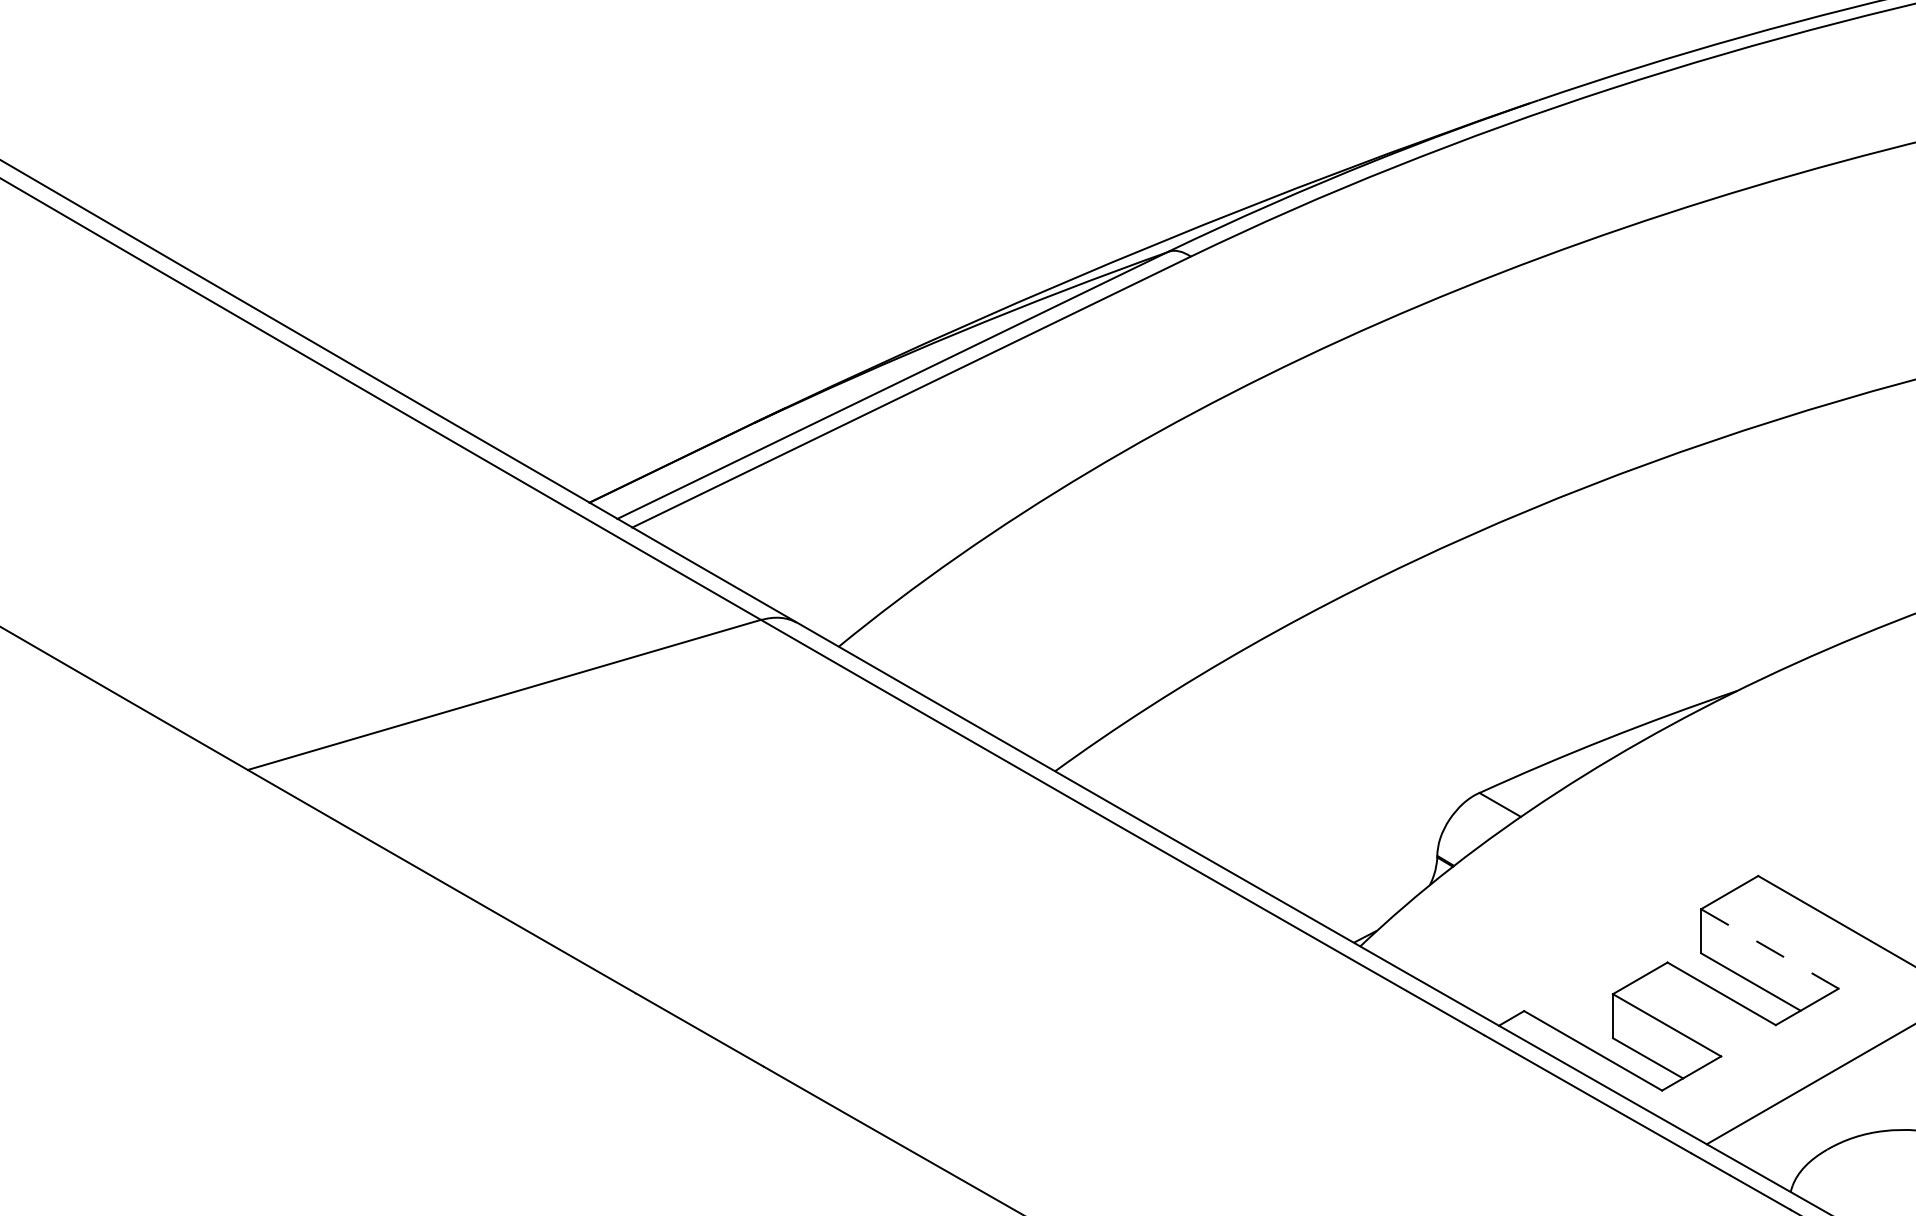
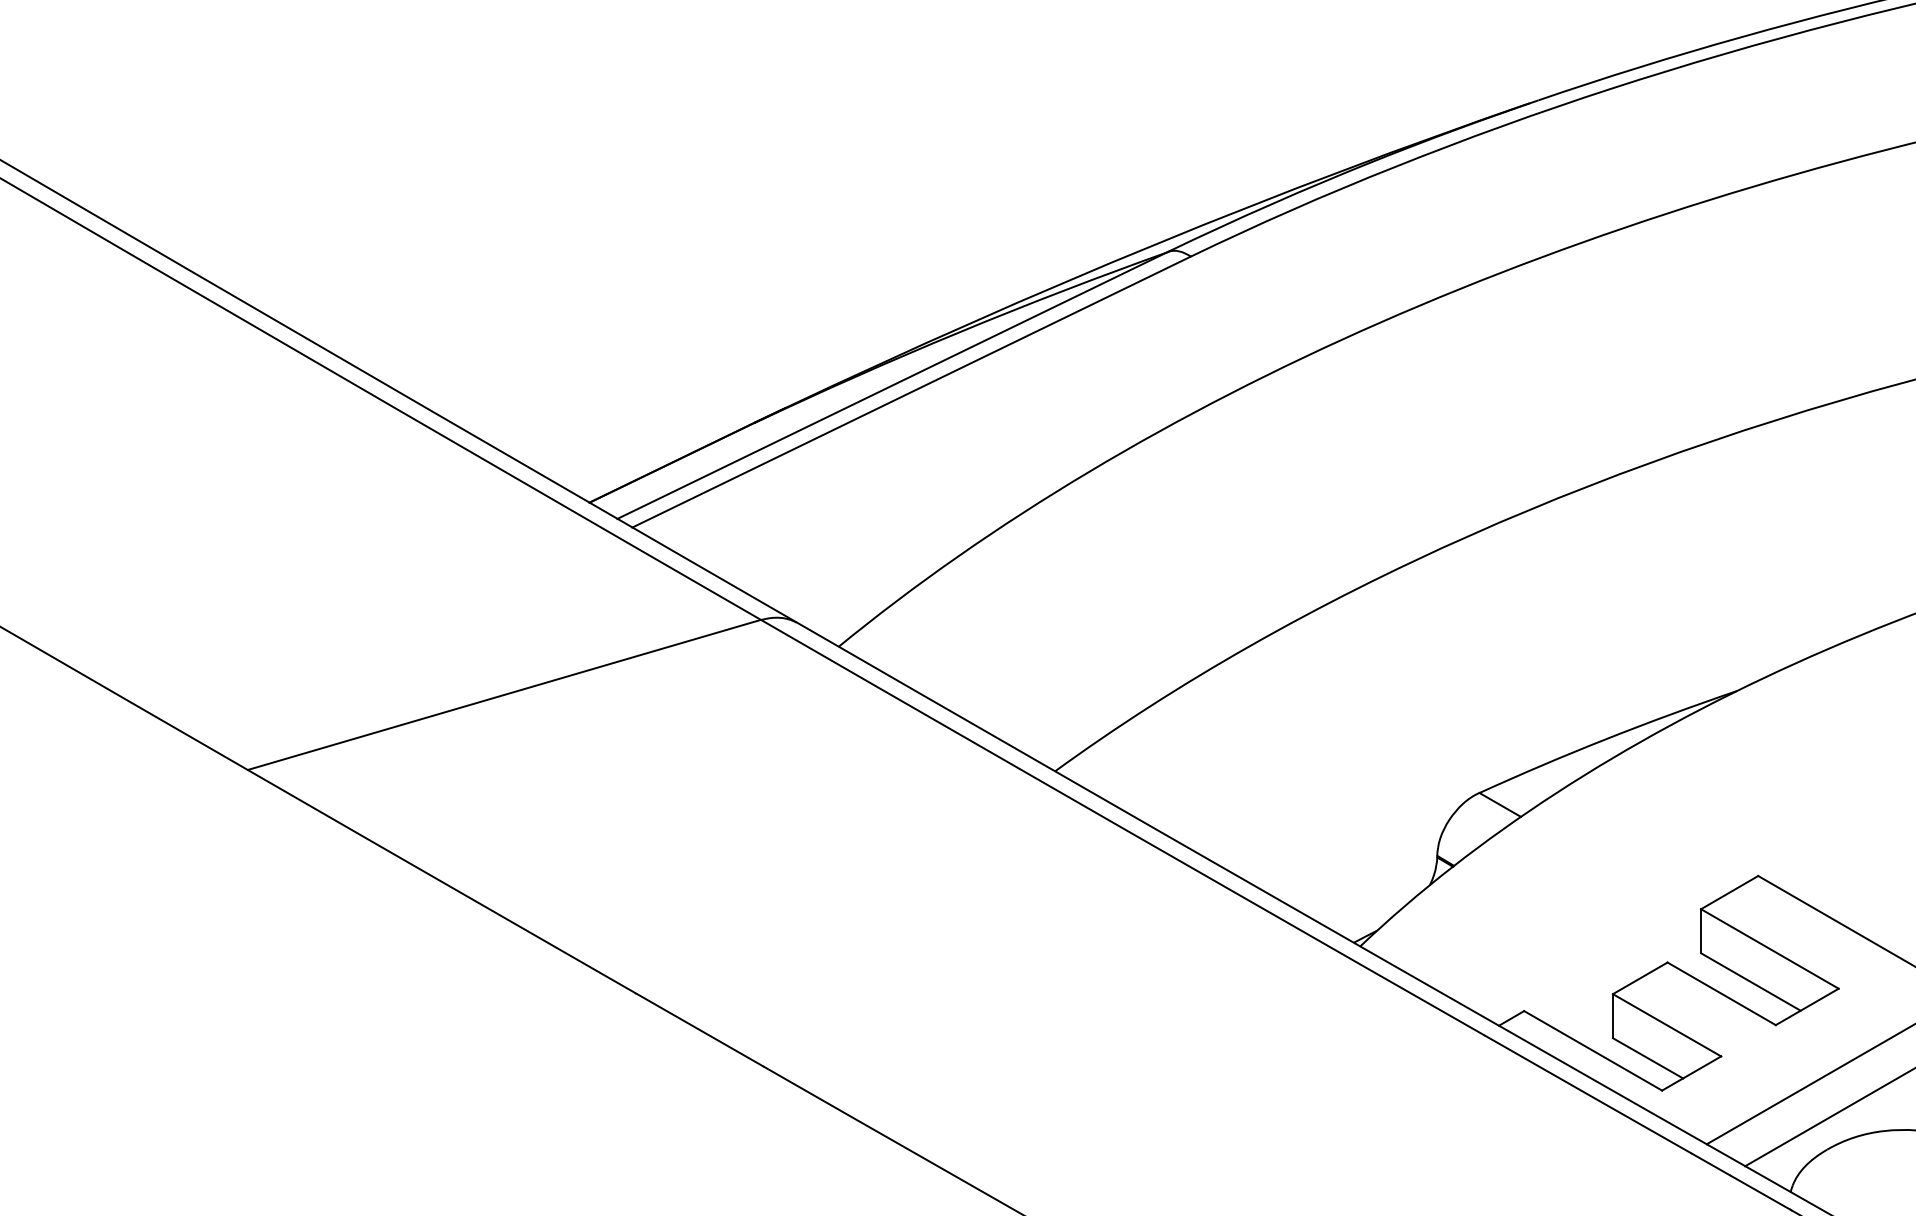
line at (1770, 949): dashed -> solid
line at (1828, 1117): none -> present
